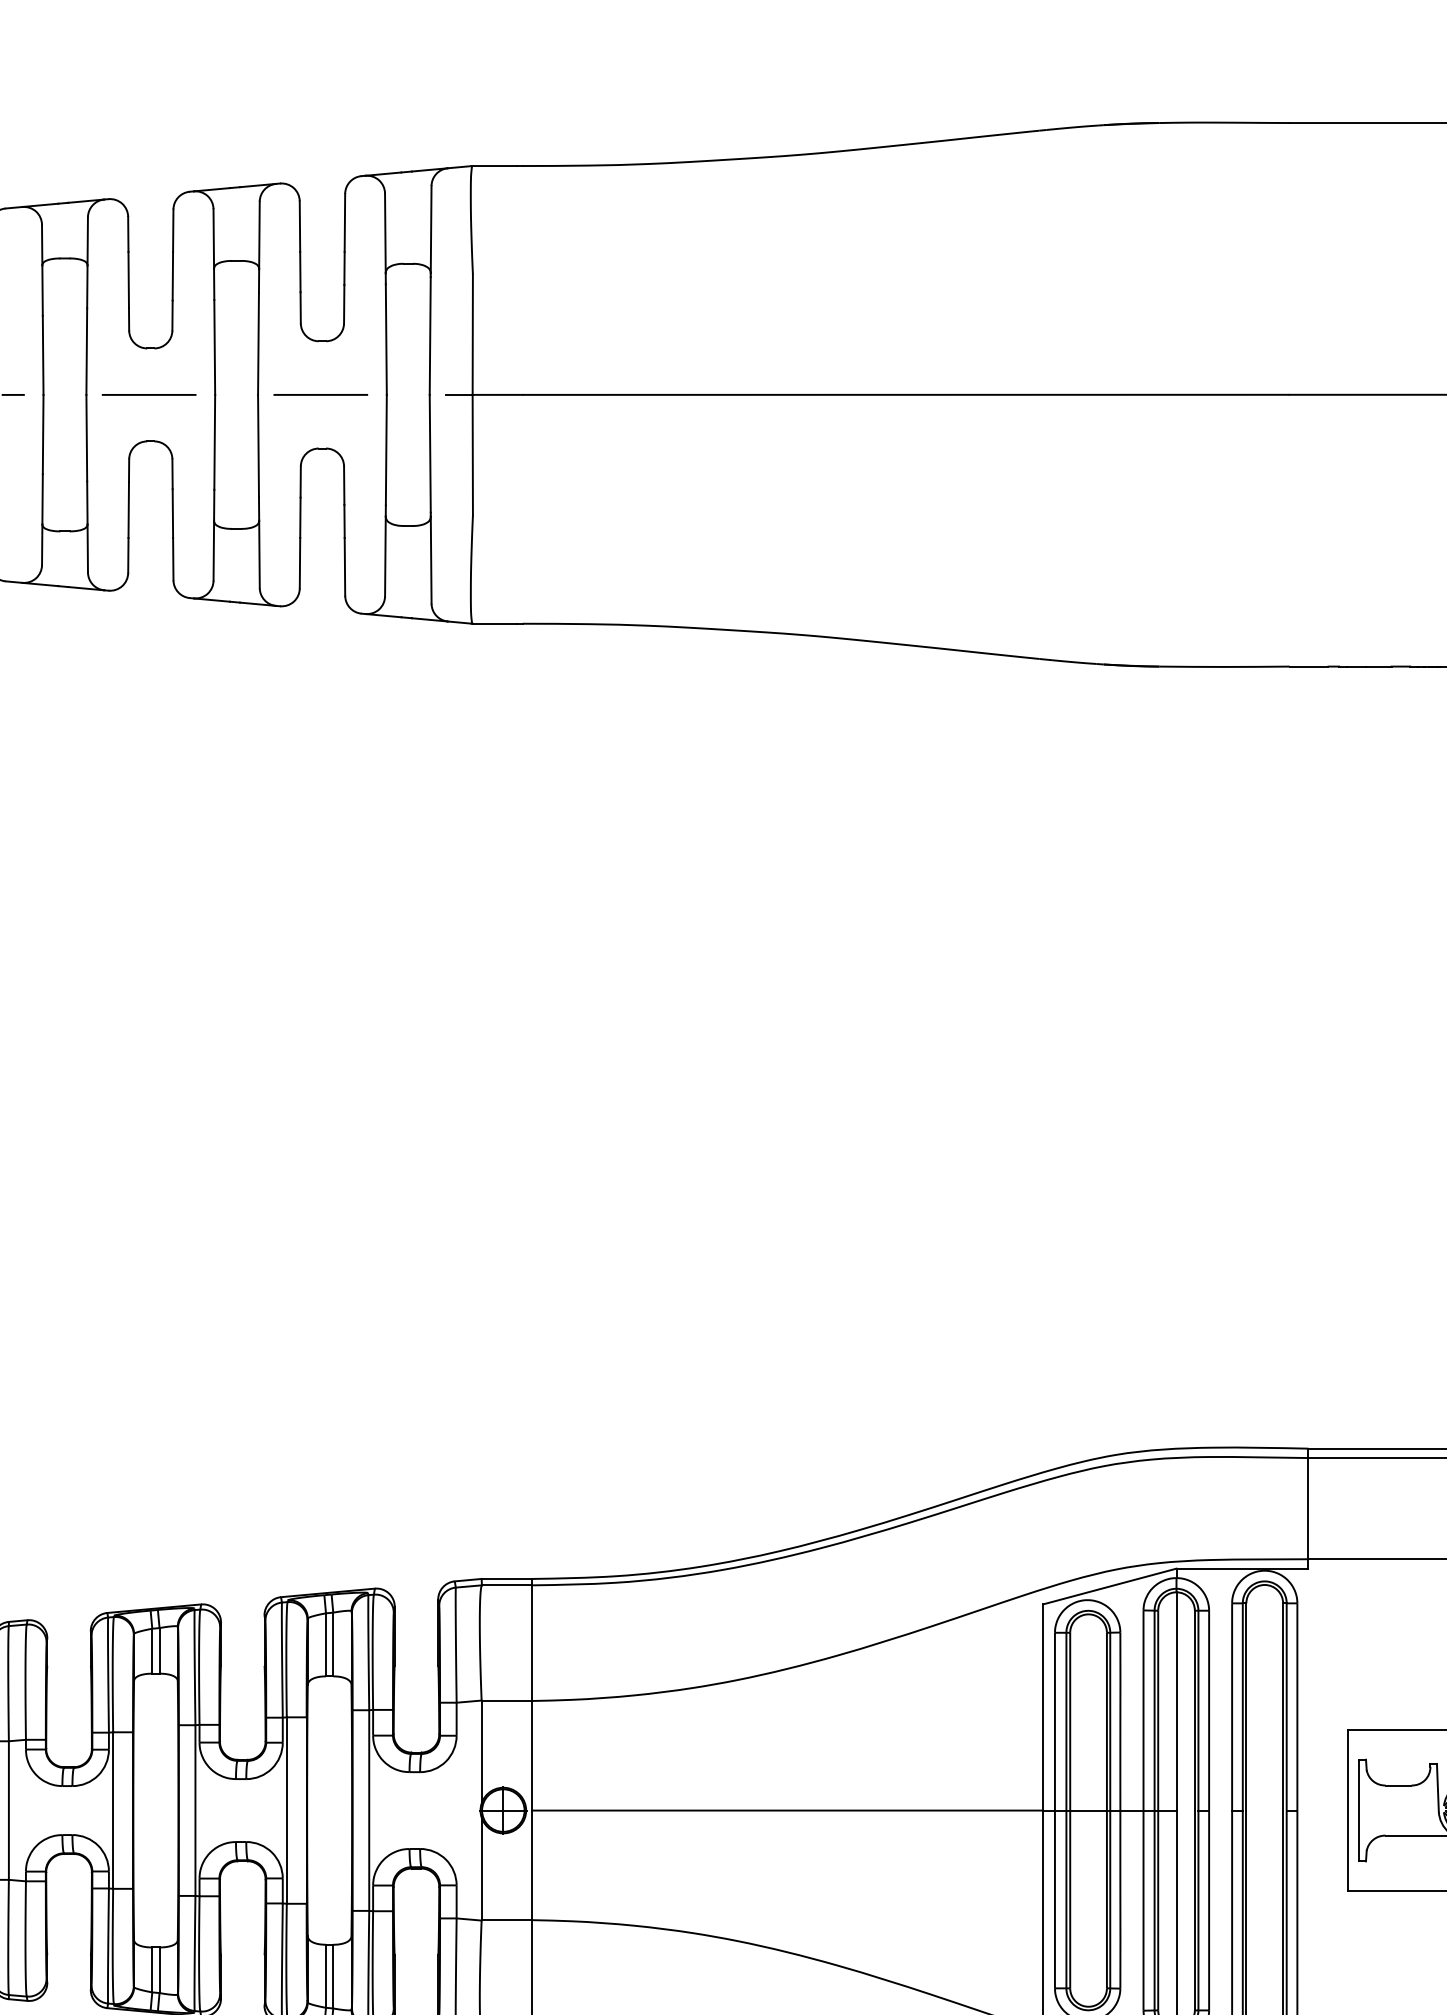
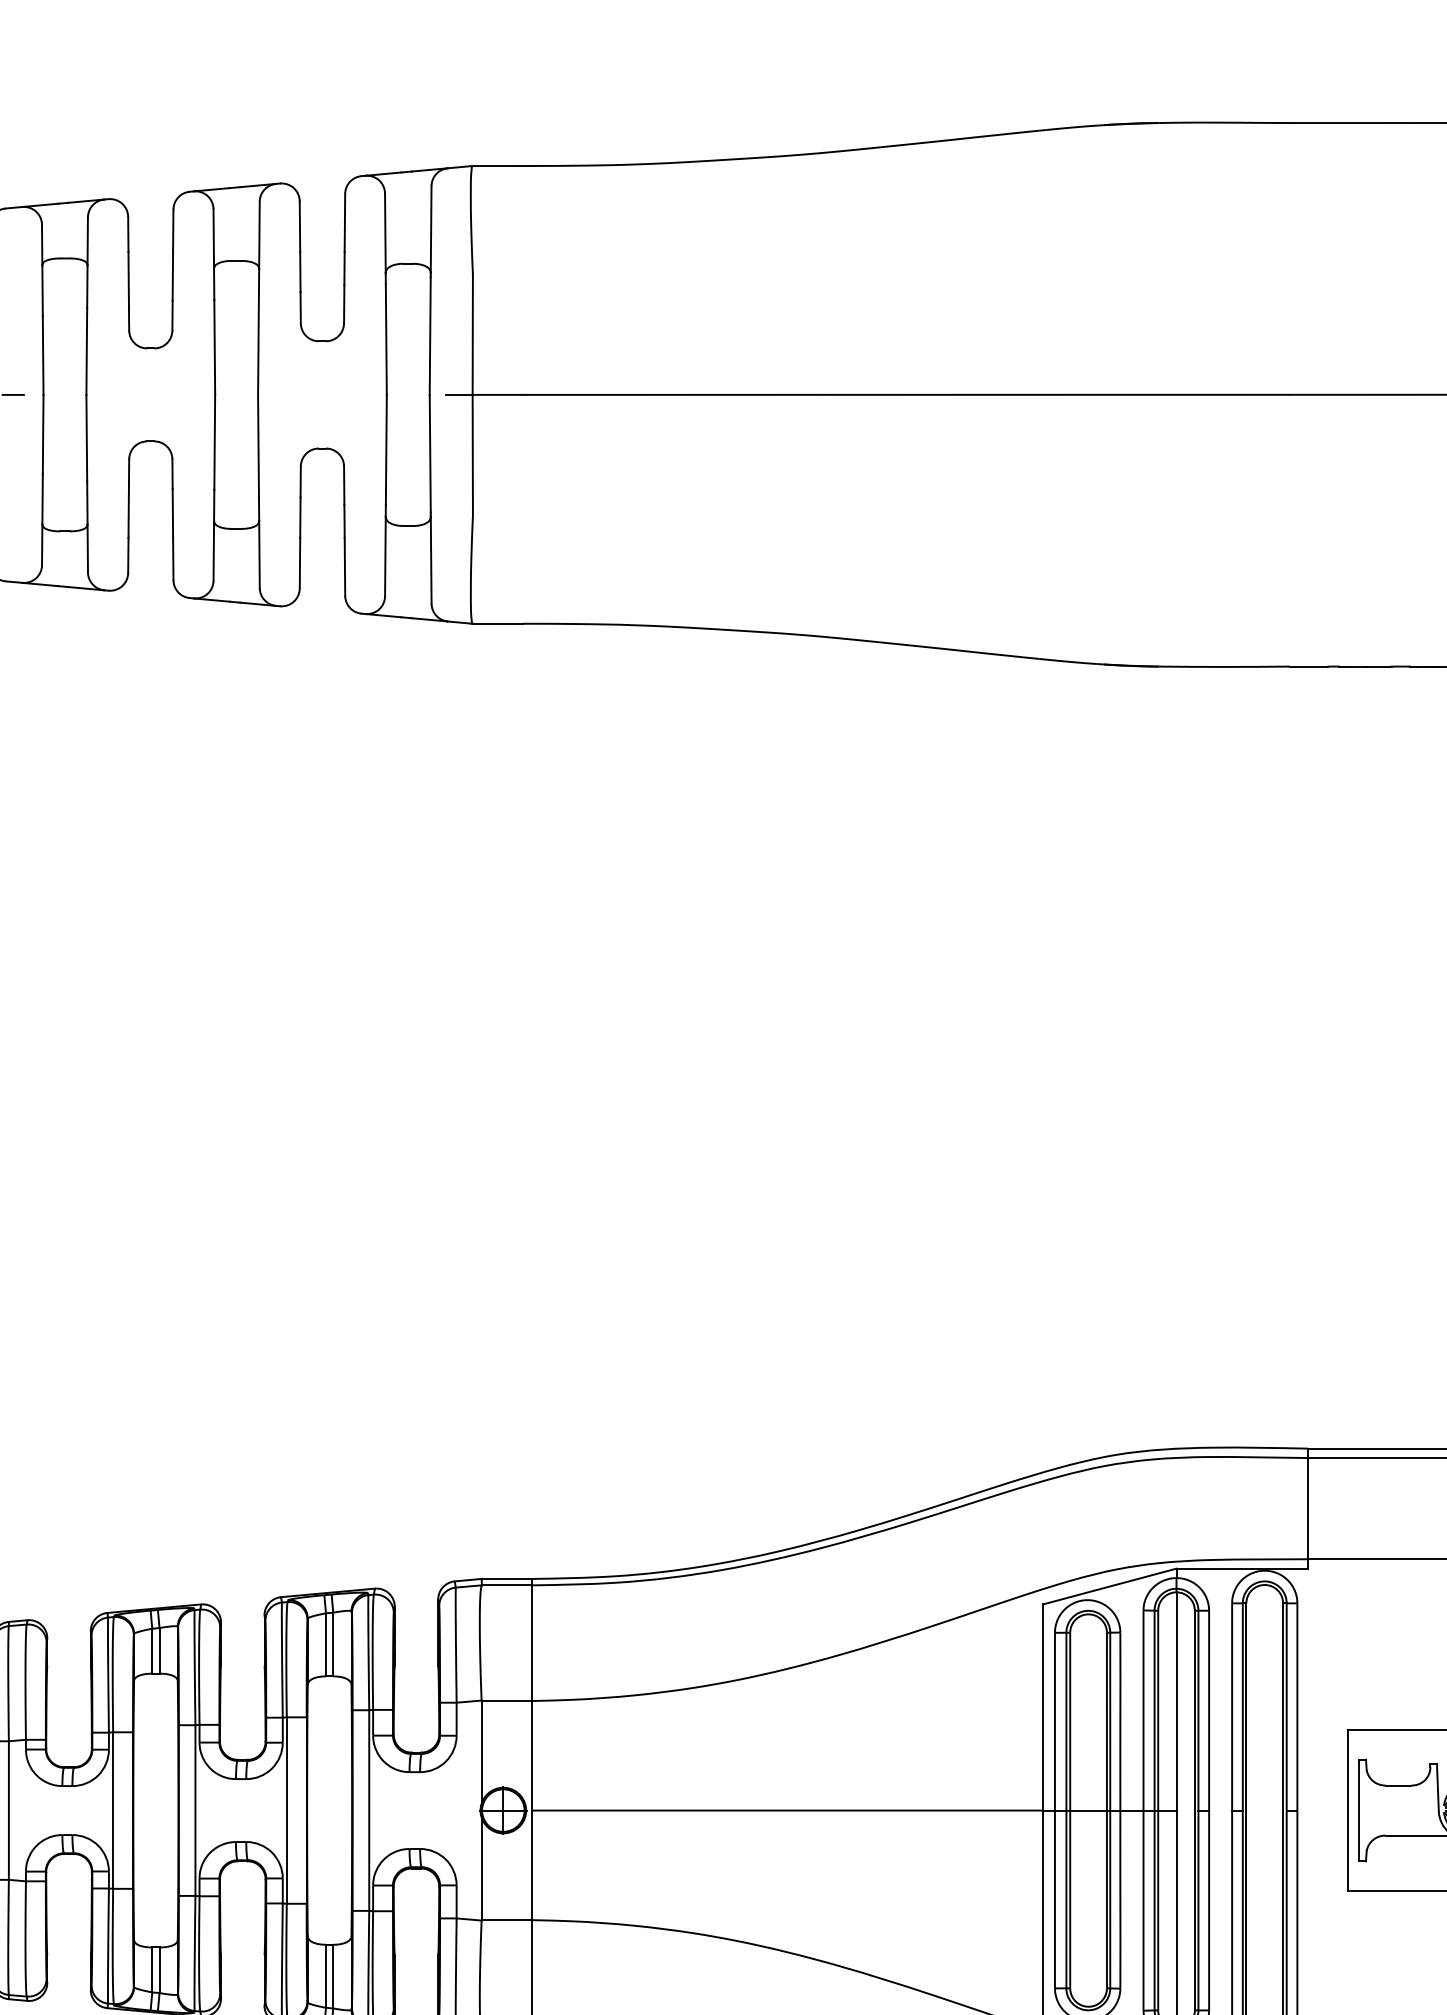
line at (148, 394): present -> none
line at (320, 394): present -> none
